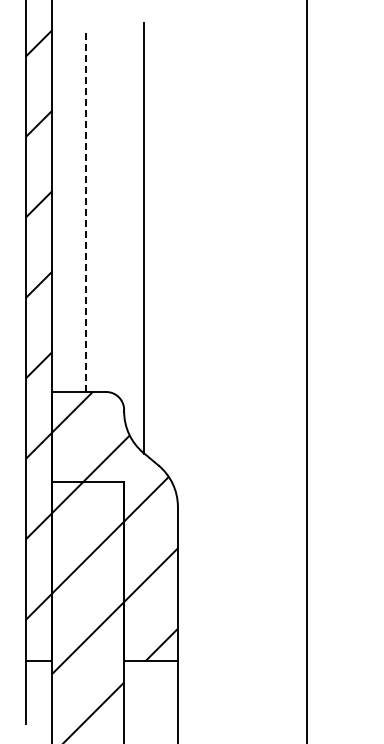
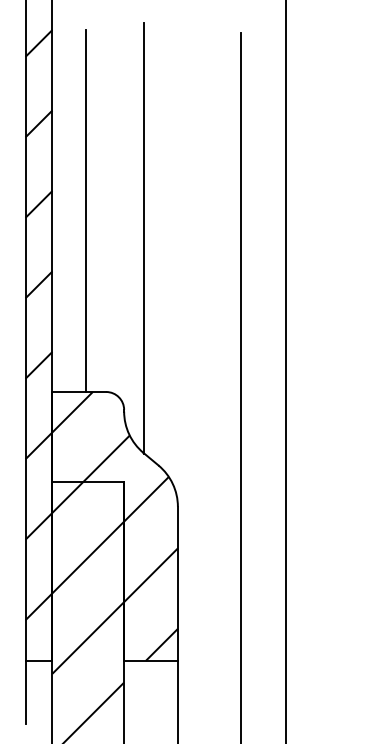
line at (86, 210): dashed -> solid
line at (306, 371) position: (306, 371) -> (285, 371)
line at (240, 386): none -> present
